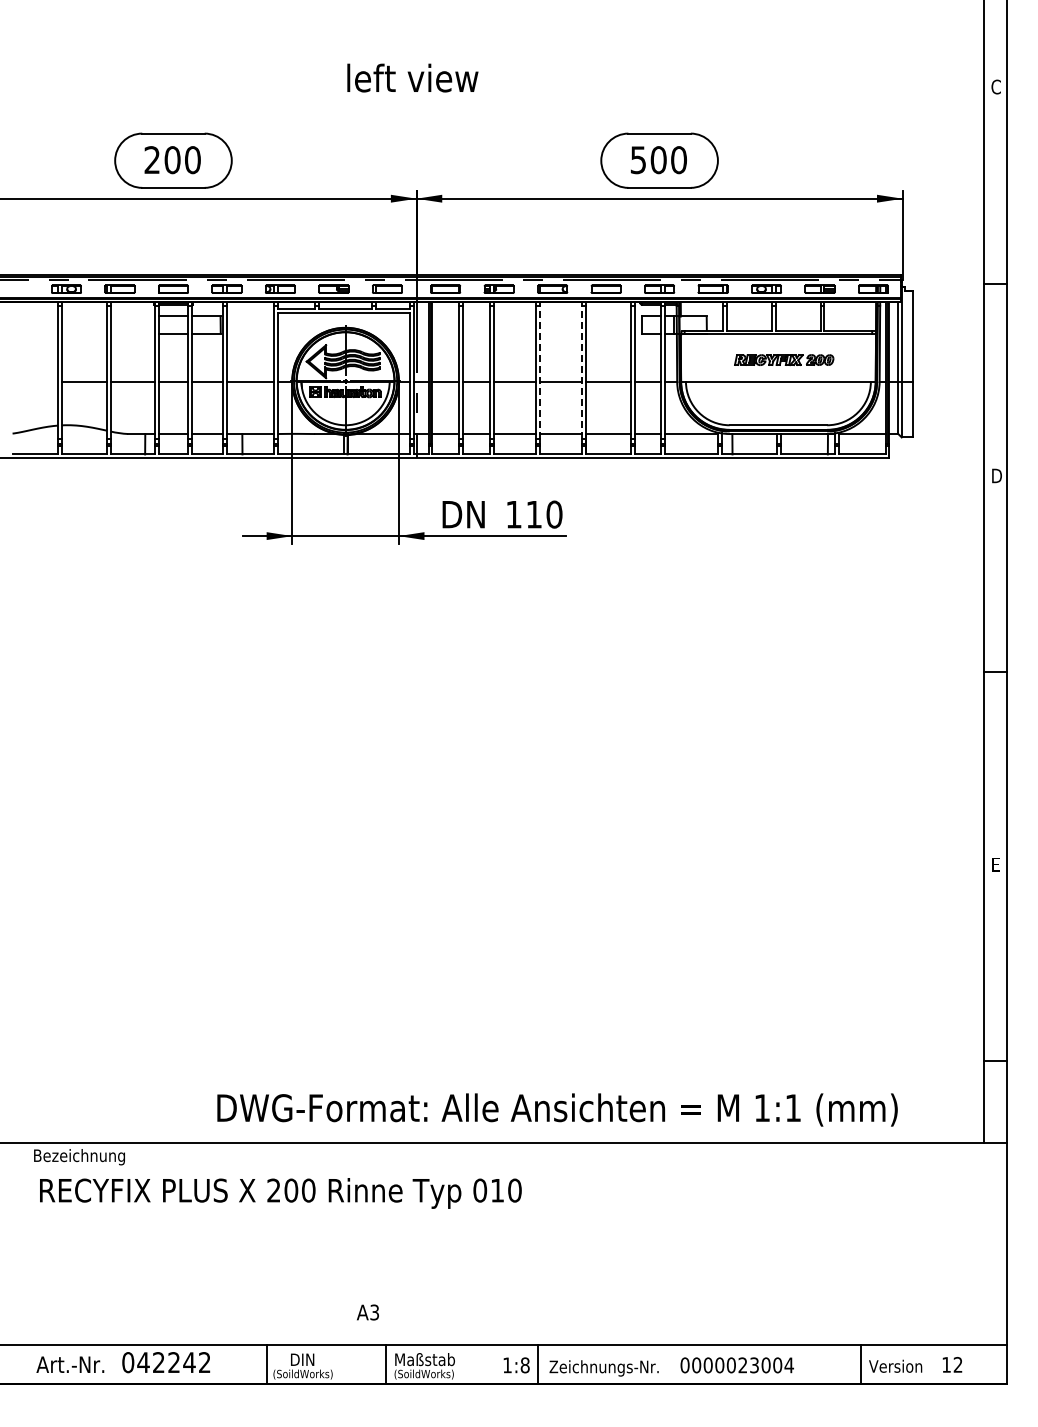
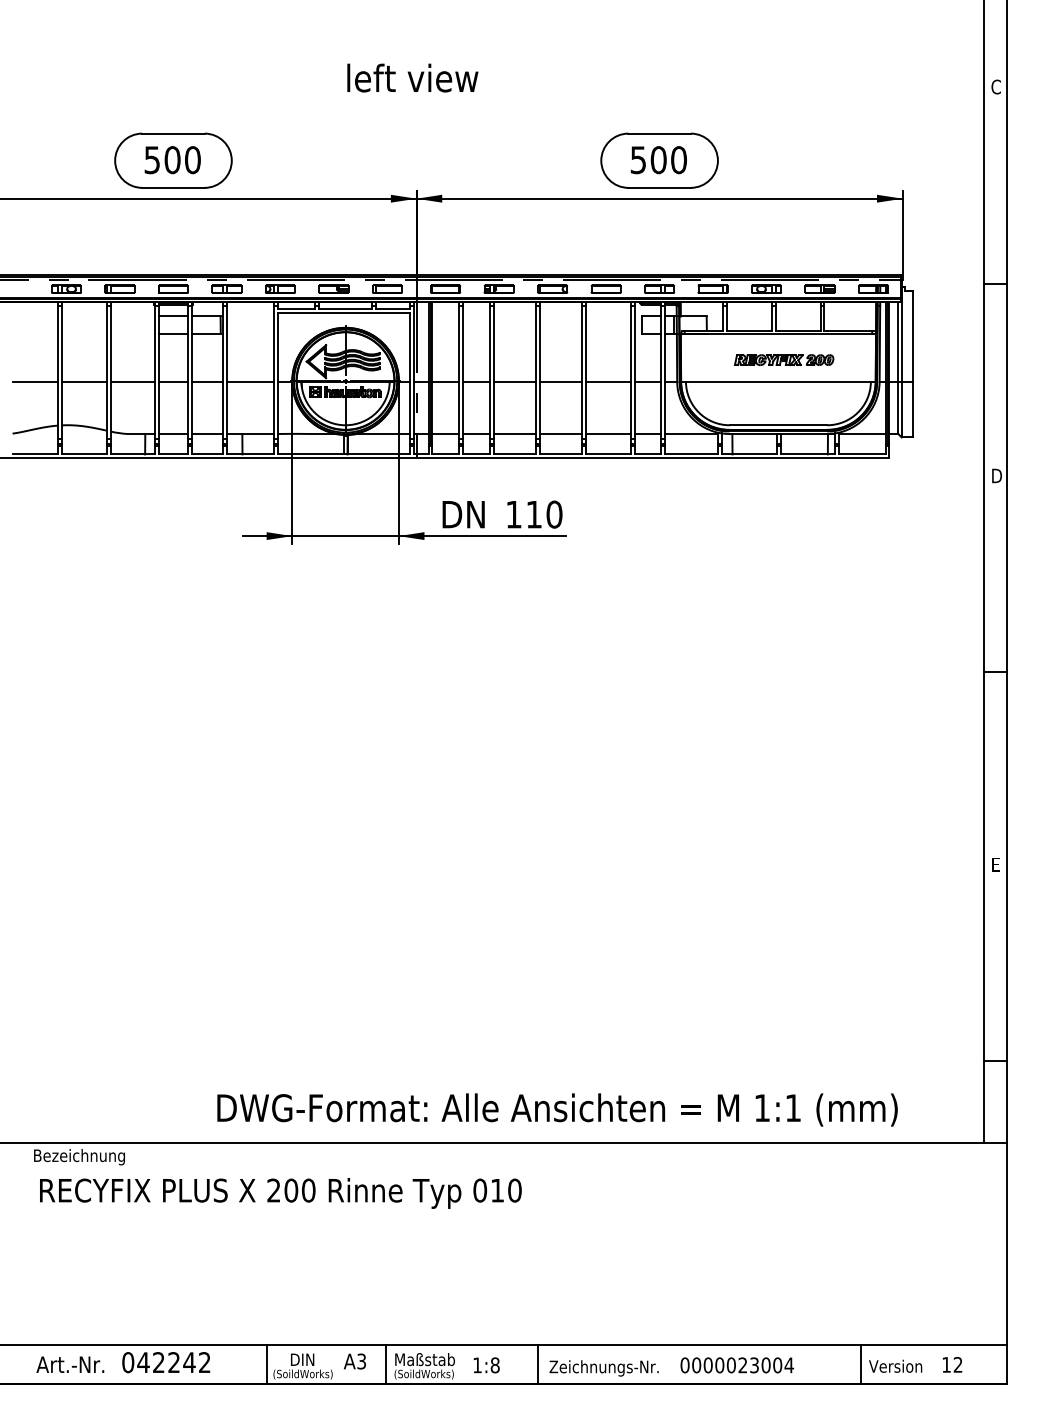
text at (151, 160): 200 -> 500
line at (540, 372): dashed -> solid
line at (581, 372): dashed -> solid
line at (34, 381): none -> present
text at (367, 1312) position: (367, 1312) -> (354, 1361)
text at (516, 1365) position: (516, 1365) -> (486, 1365)
